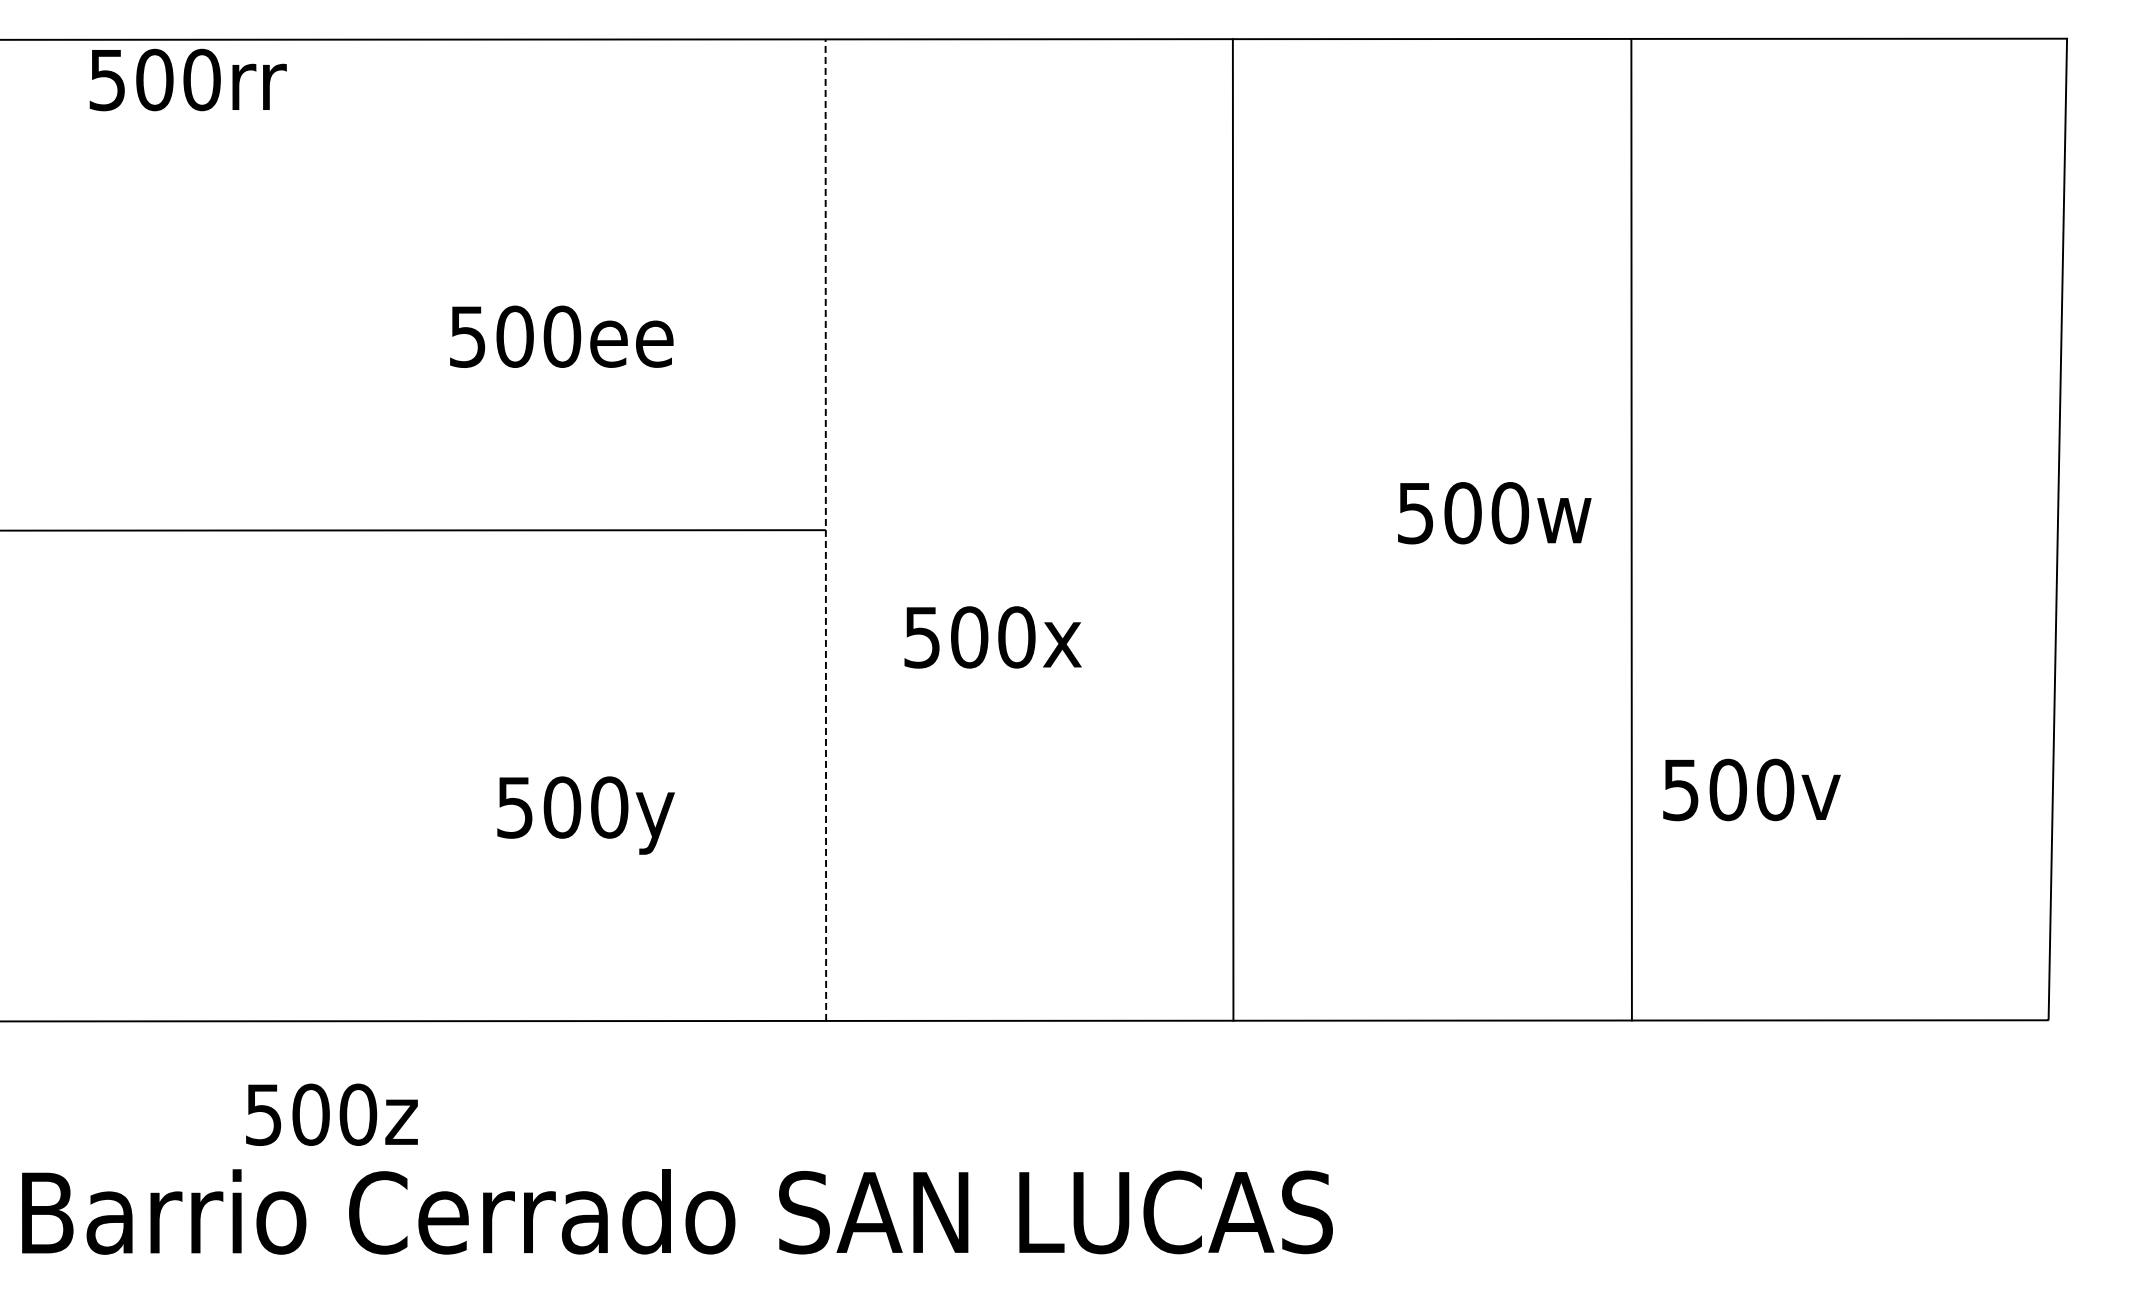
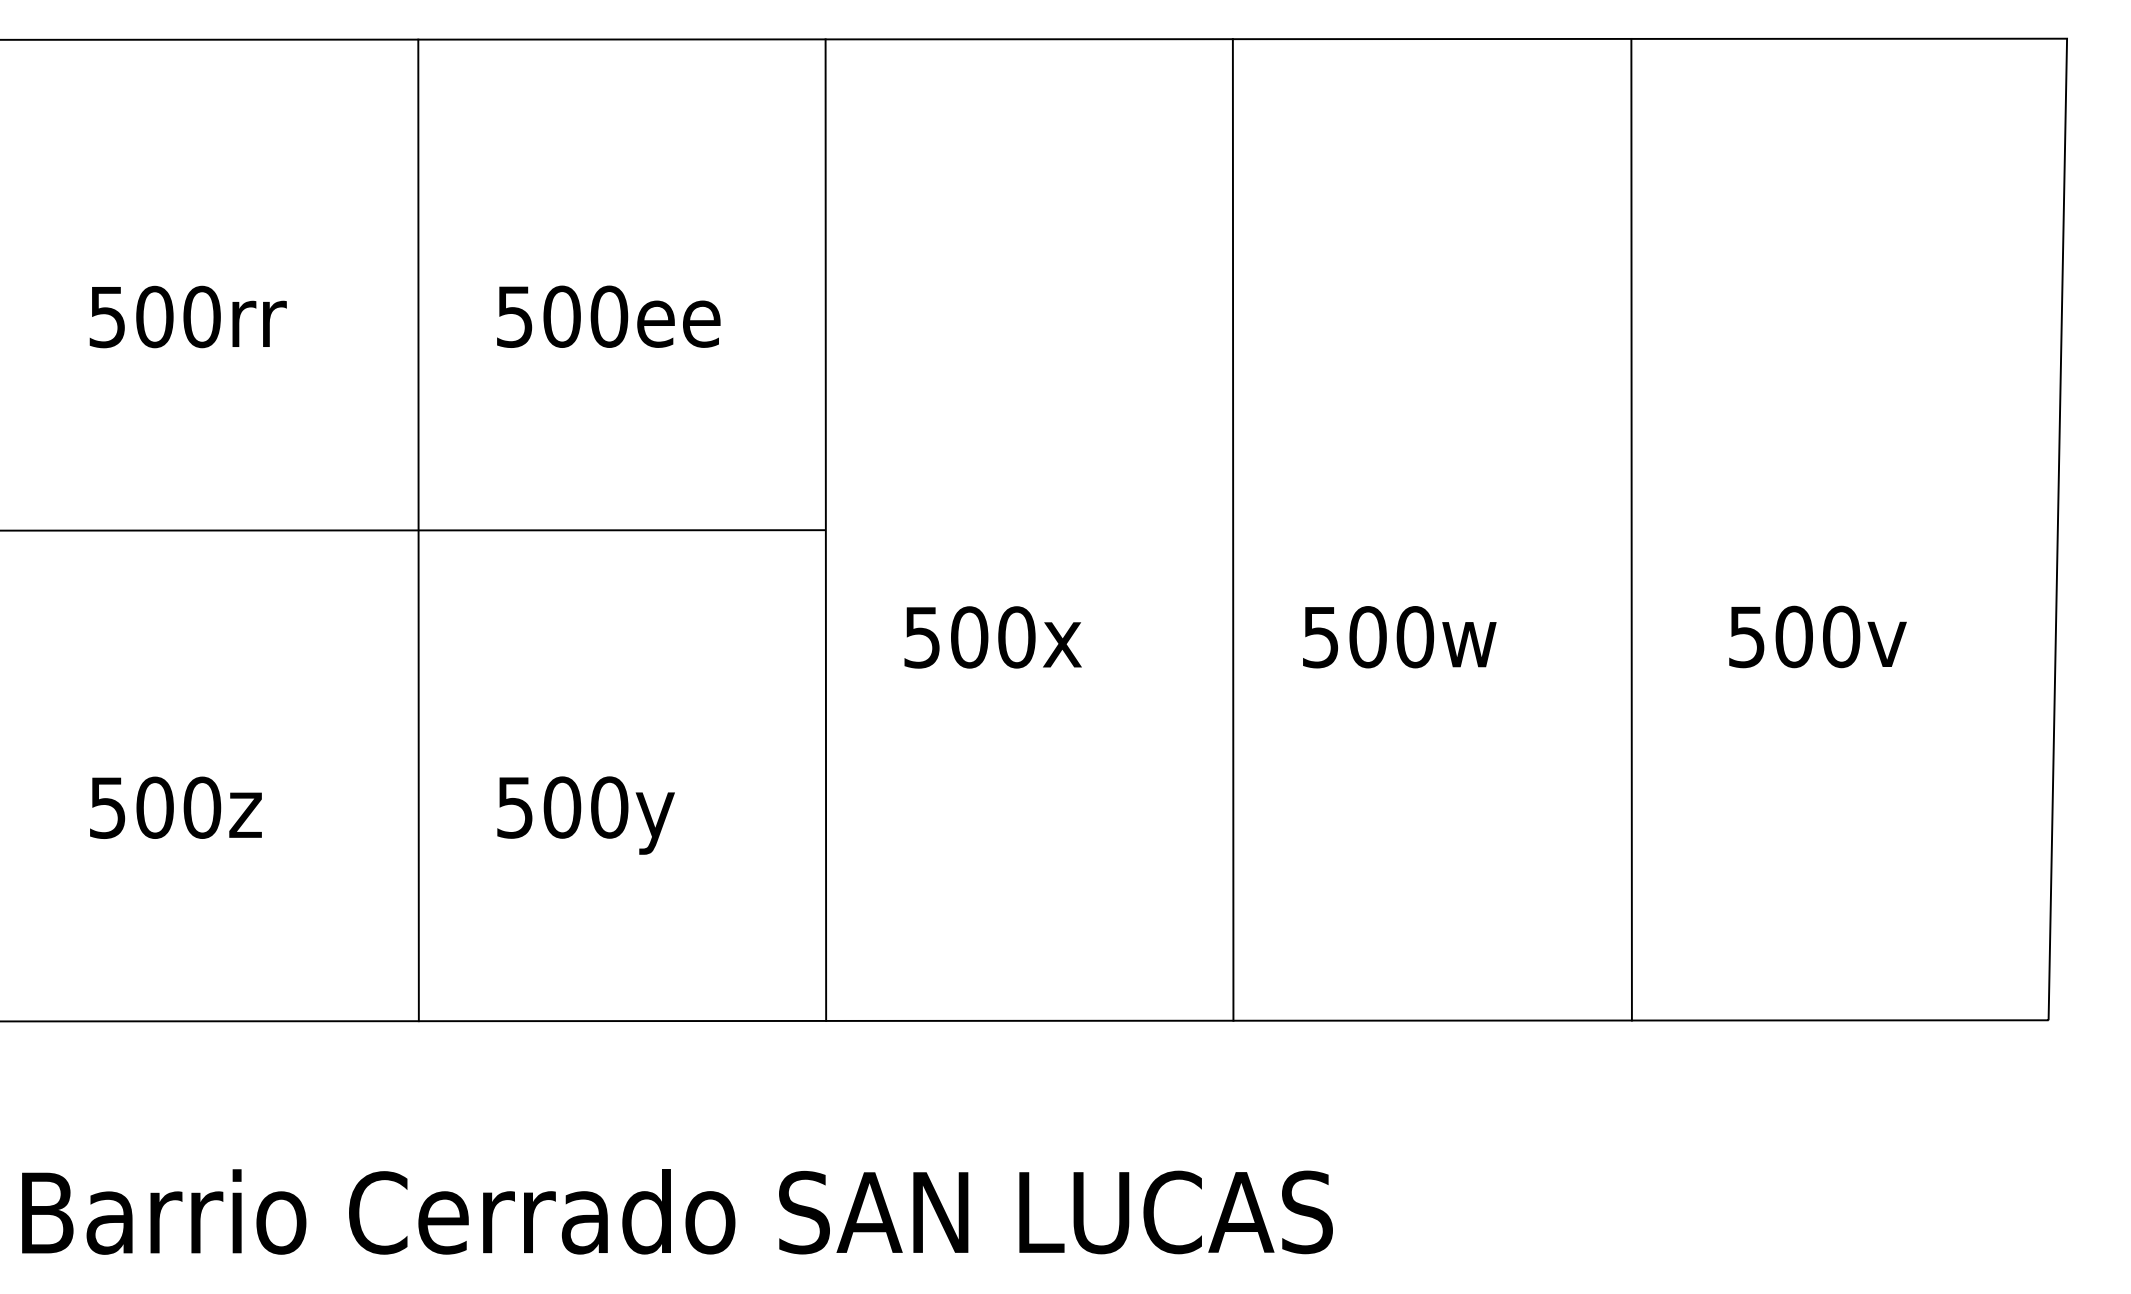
text at (187, 79) position: (187, 79) -> (187, 316)
text at (561, 336) position: (561, 336) -> (608, 316)
text at (1494, 513) position: (1494, 513) -> (1399, 637)
line at (418, 530): none -> present
line at (825, 530): dashed -> solid
text at (1751, 789) position: (1751, 789) -> (1817, 636)
text at (331, 1114) position: (331, 1114) -> (175, 807)
